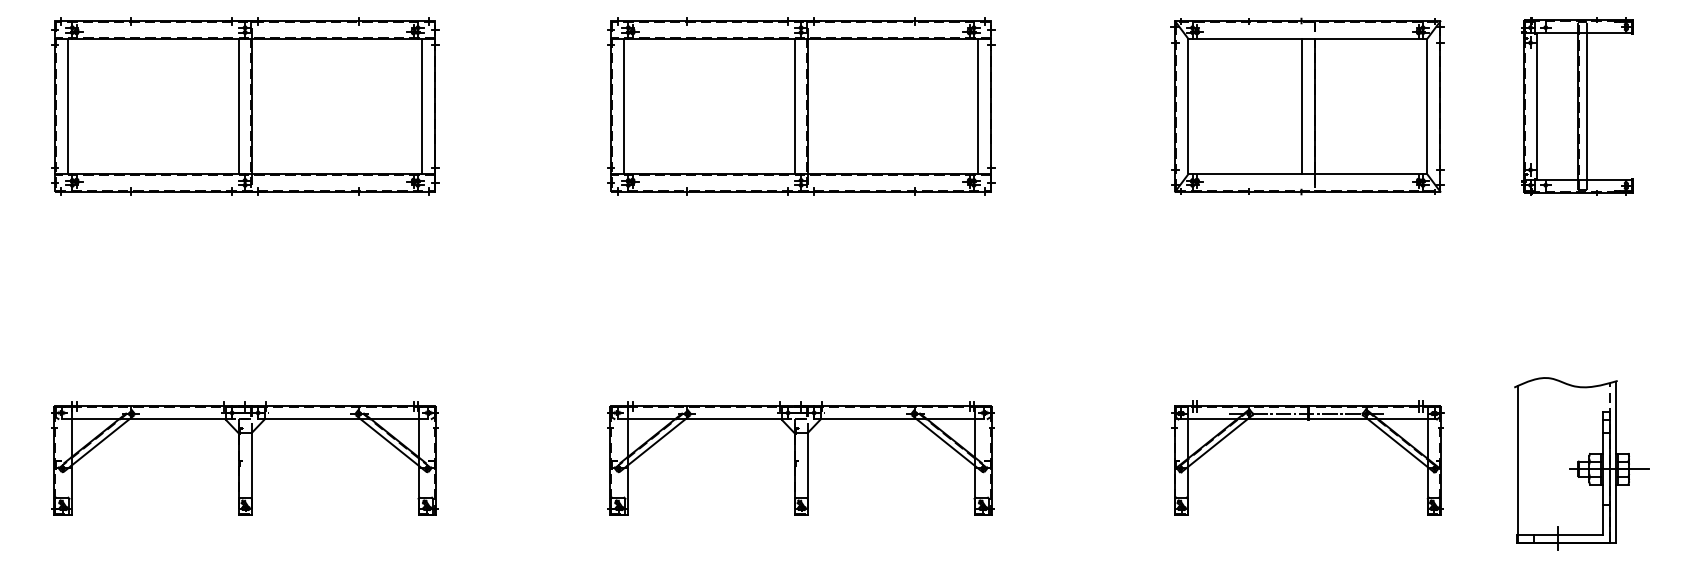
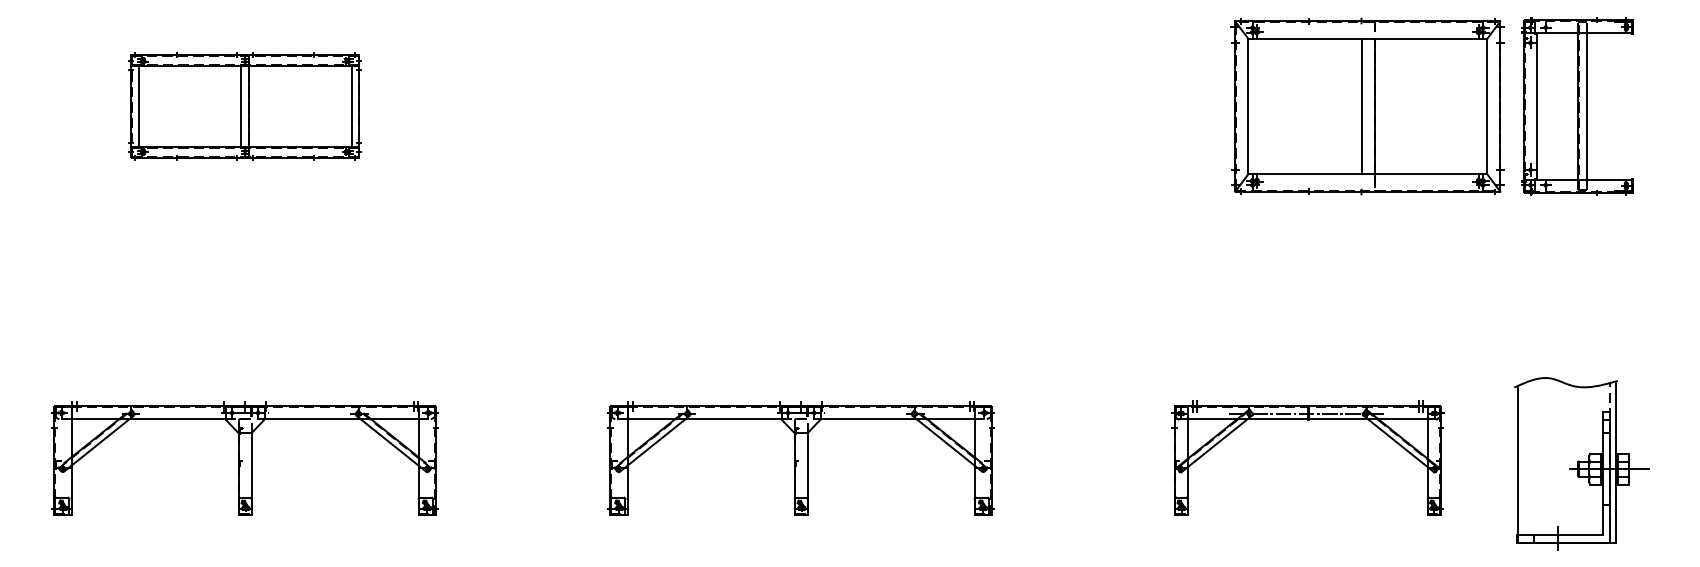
part at (245, 106) size: 389x179 px -> 234x109 px
part at (801, 106): present -> none
part at (1307, 106) position: (1307, 106) -> (1367, 106)
